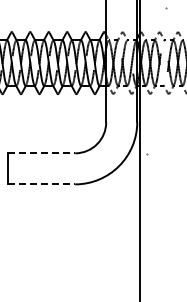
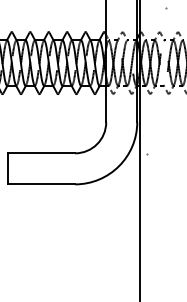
line at (41, 153): dashed -> solid
line at (41, 184): dashed -> solid
